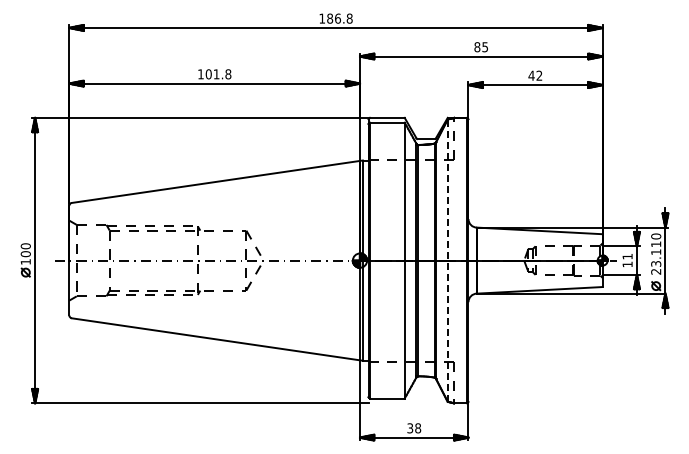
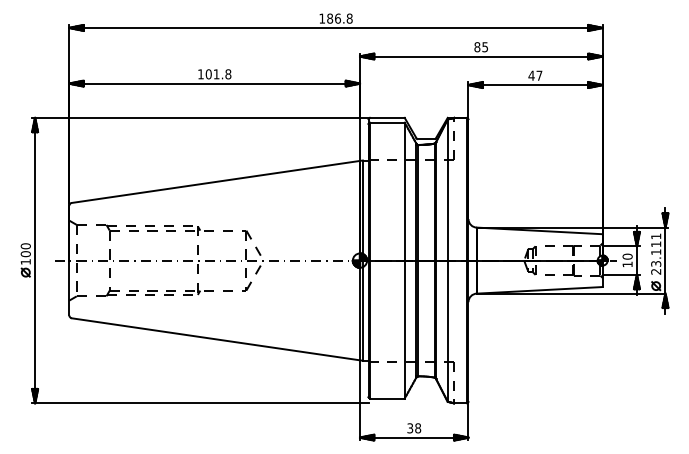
text at (539, 75): 42 -> 47
text at (656, 236): 23.110 -> 23.111
text at (627, 256): 11 -> 10
line at (447, 260): dashed -> solid
